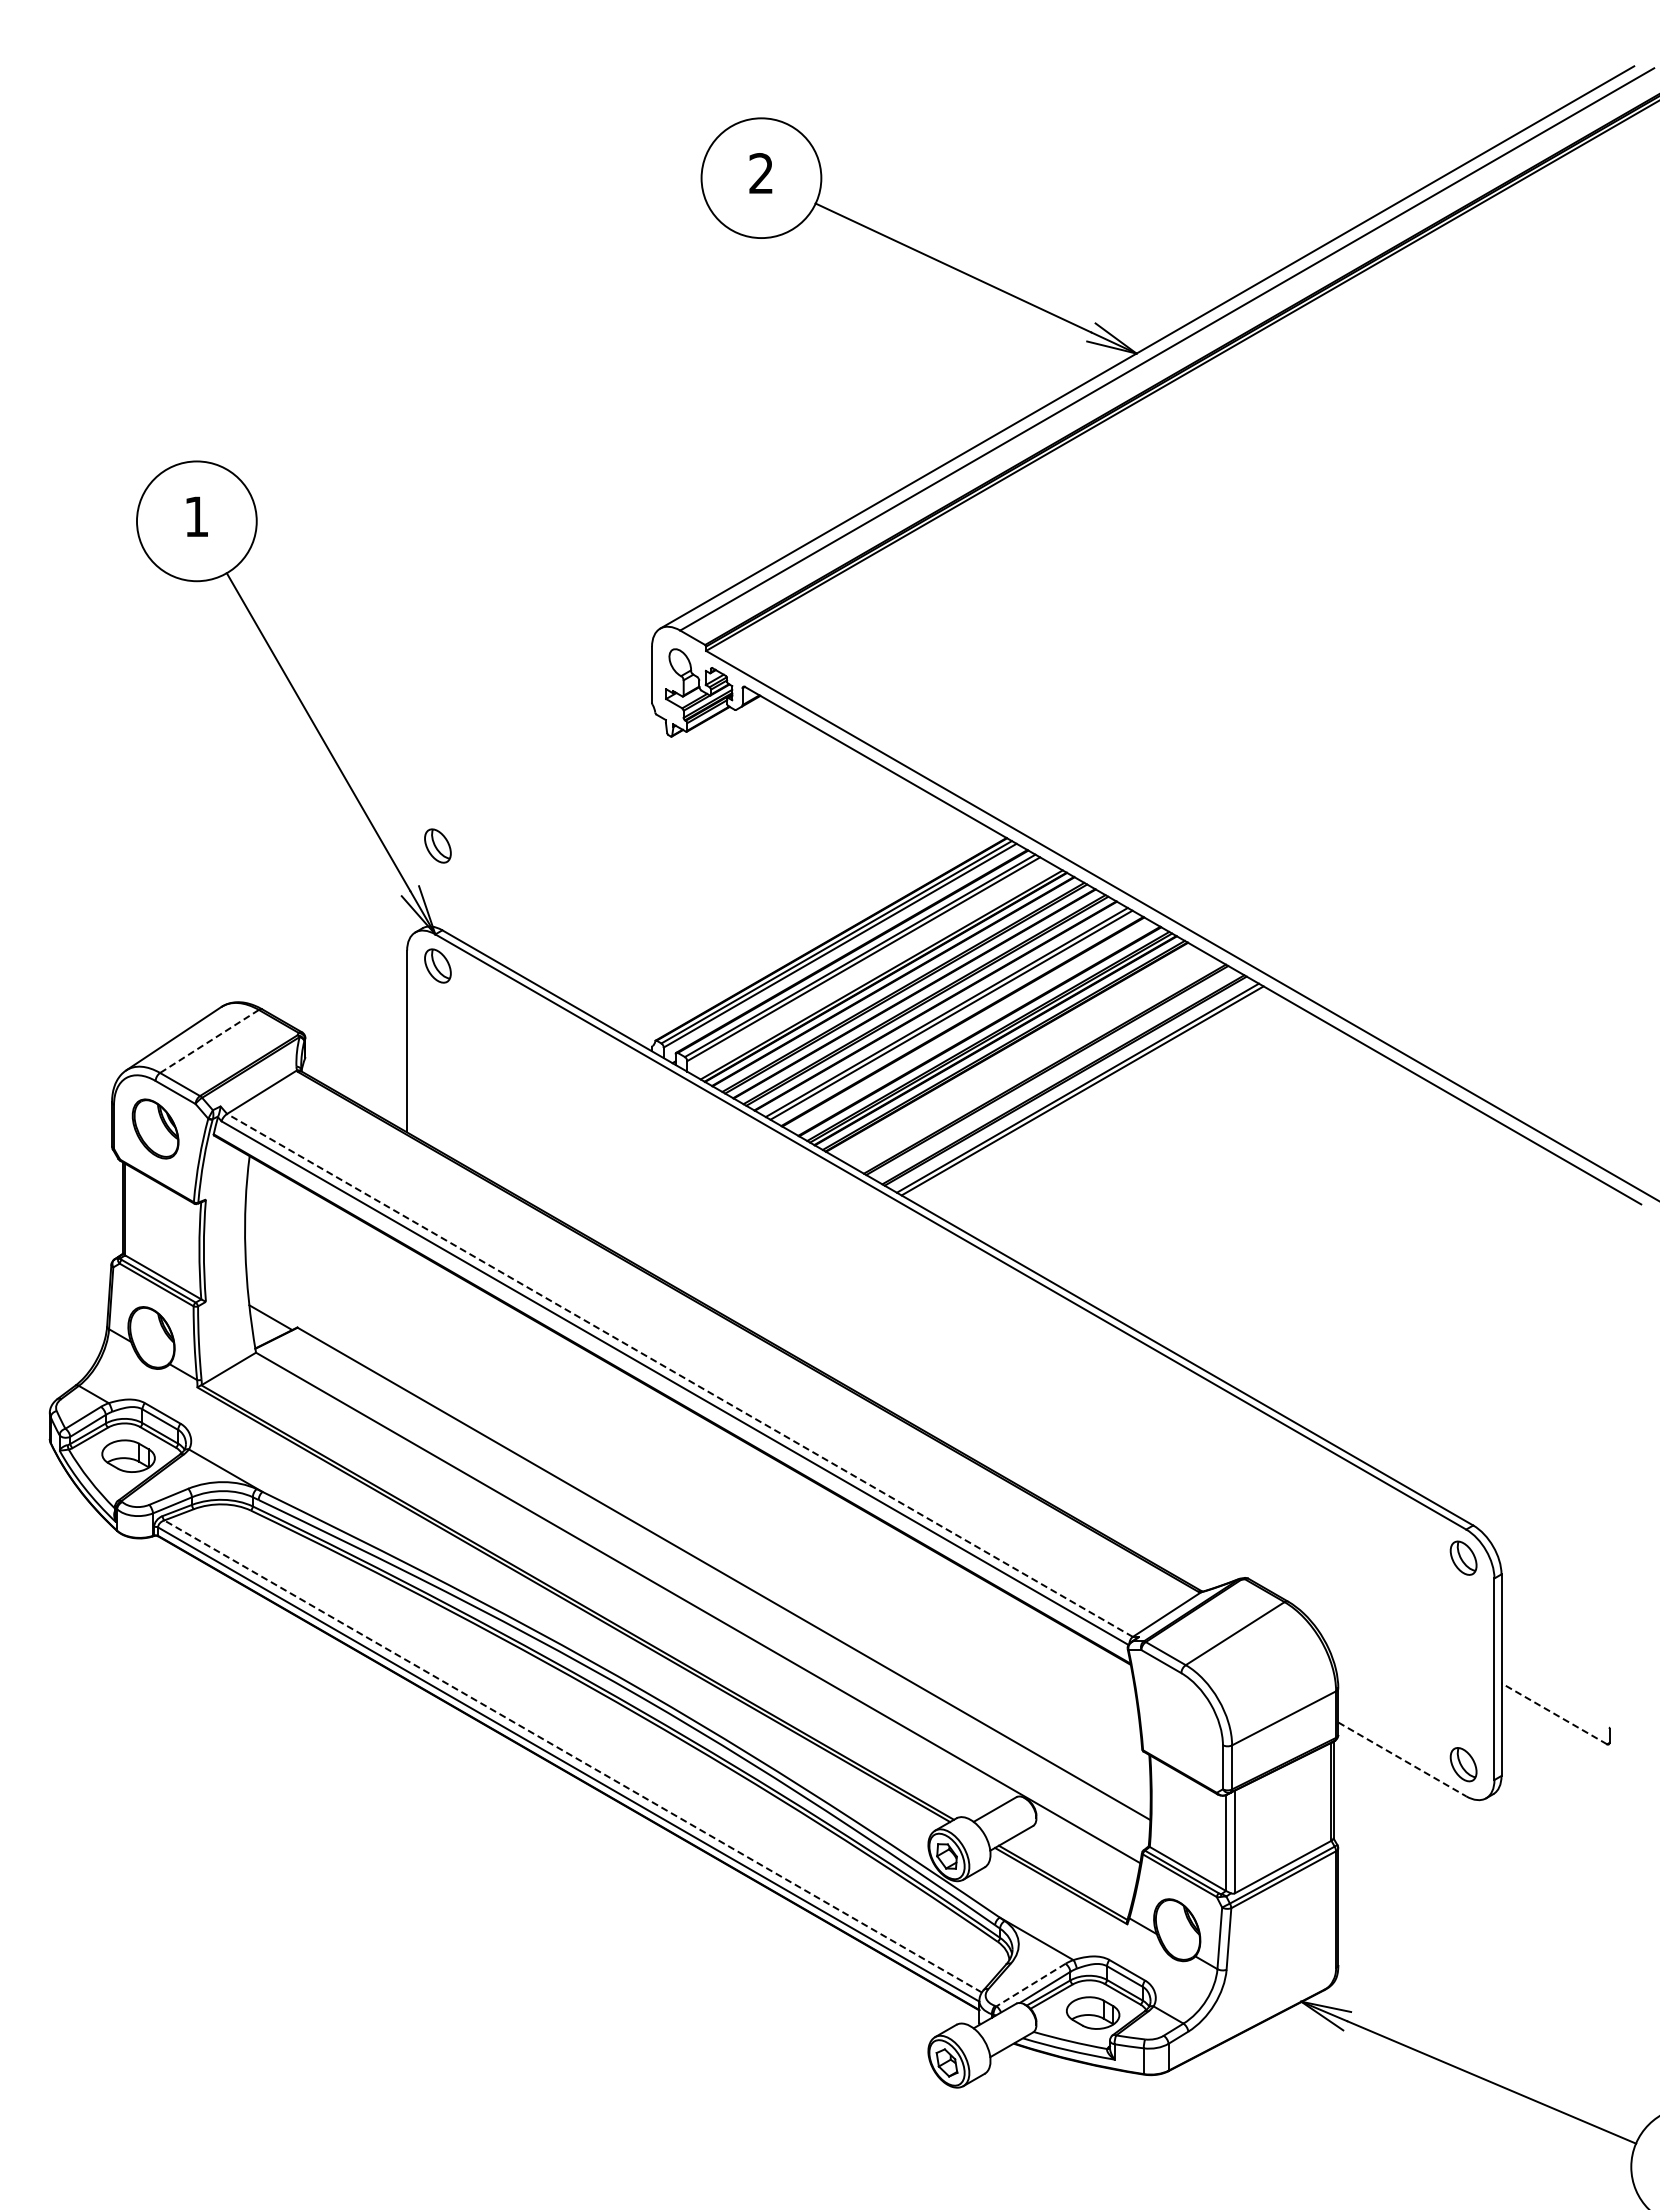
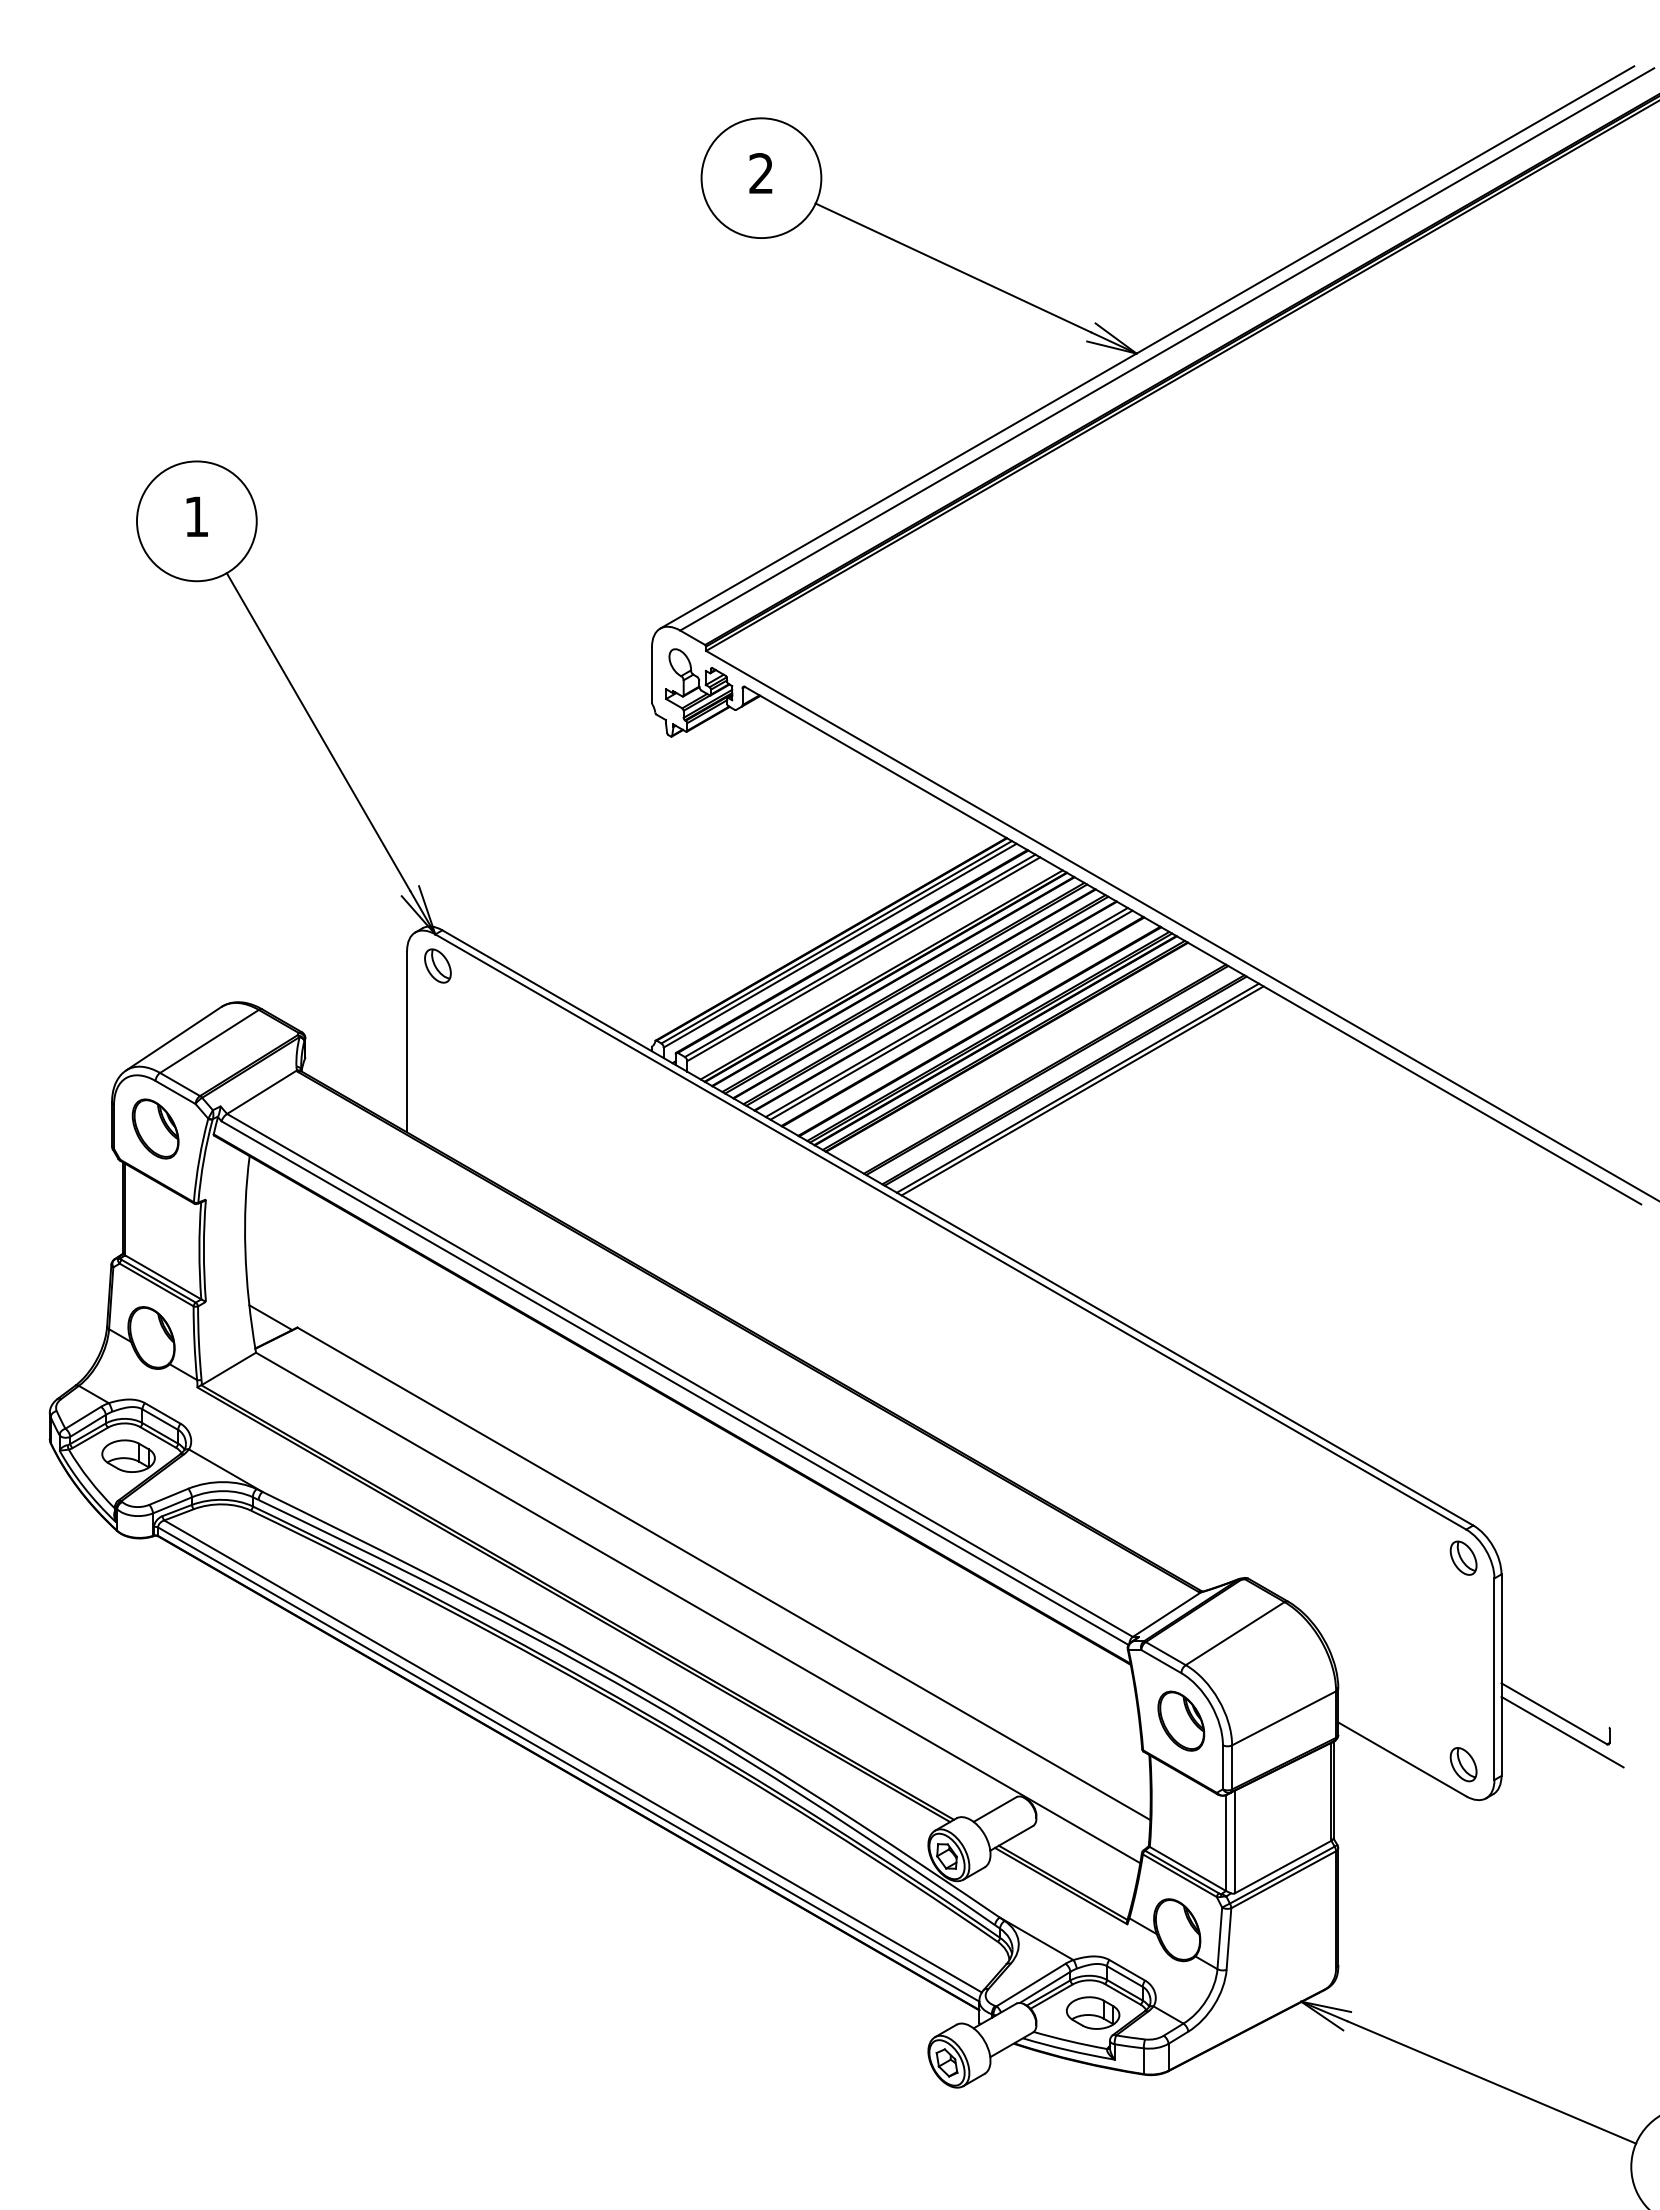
part at (437, 845): present -> none
line at (209, 1041): dashed -> solid
line at (680, 1375): dashed -> solid
line at (1554, 1713): dashed -> solid
part at (1181, 1720): none -> present
line at (1562, 1731): none -> present
line at (572, 1756): dashed -> solid
line at (1402, 1759): dashed -> solid
line at (1031, 1985): dashed -> solid
